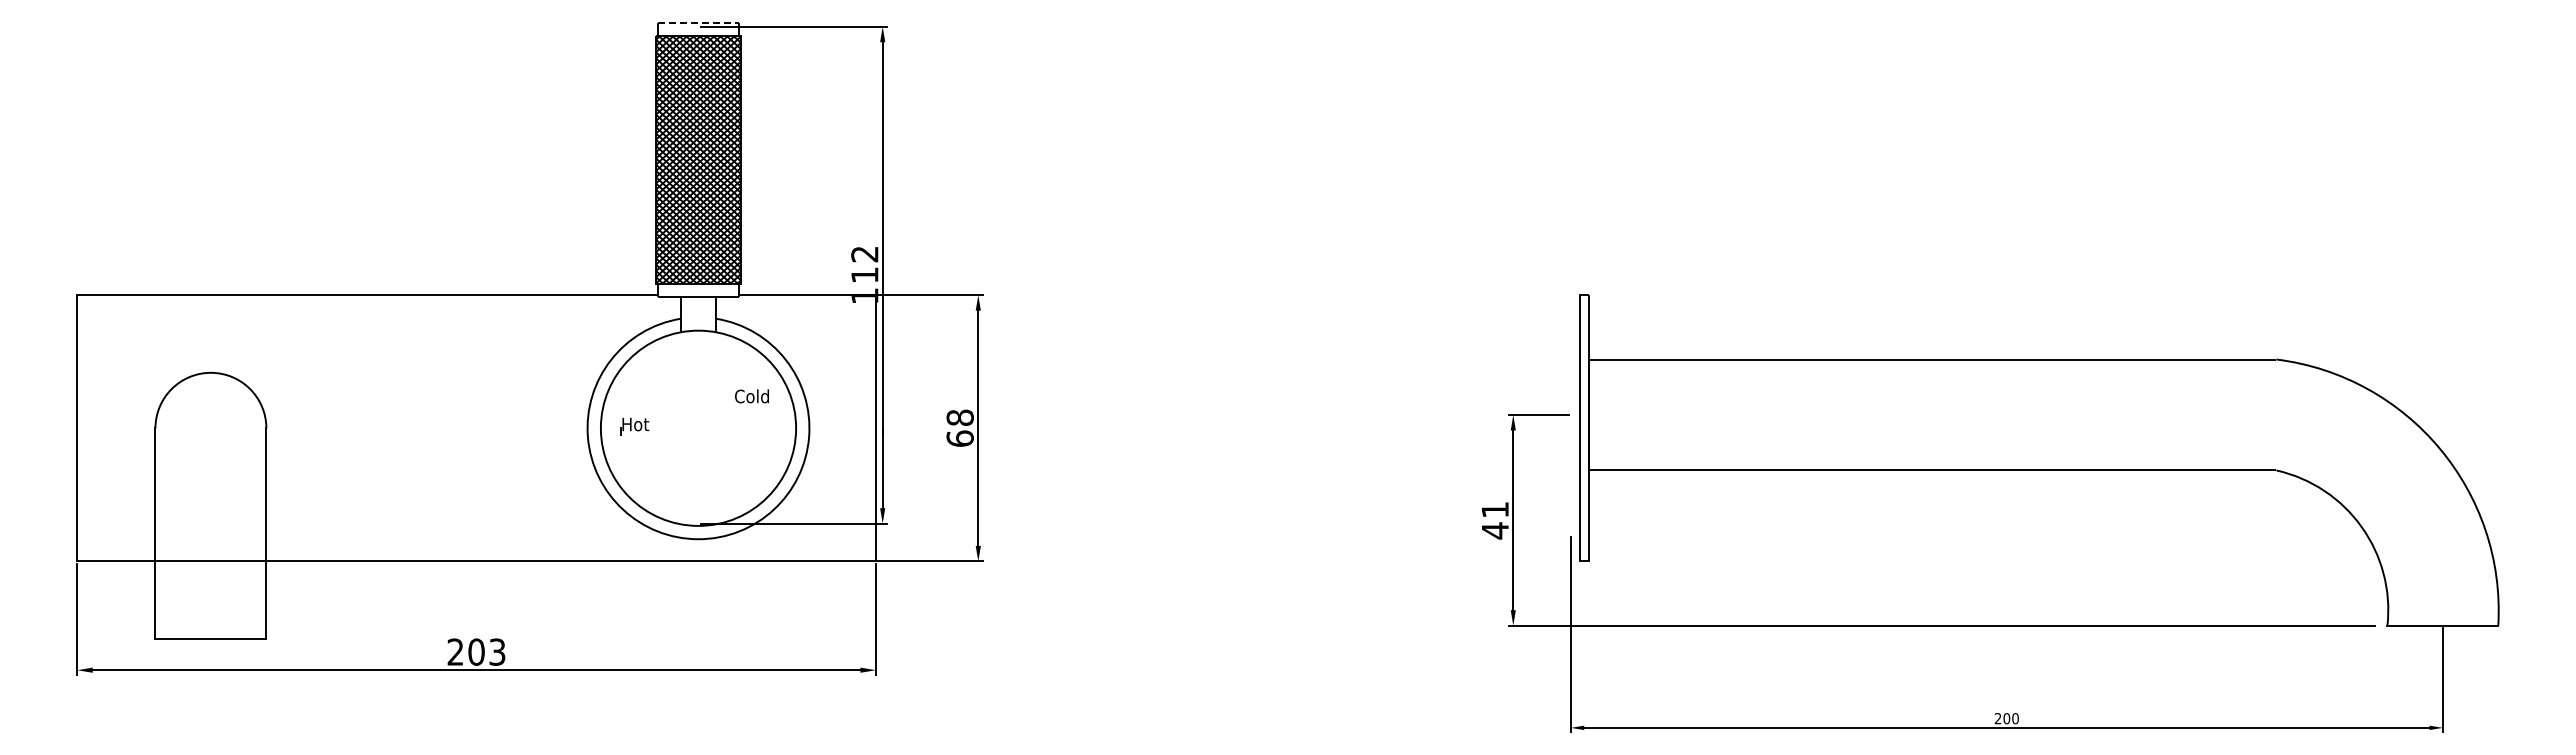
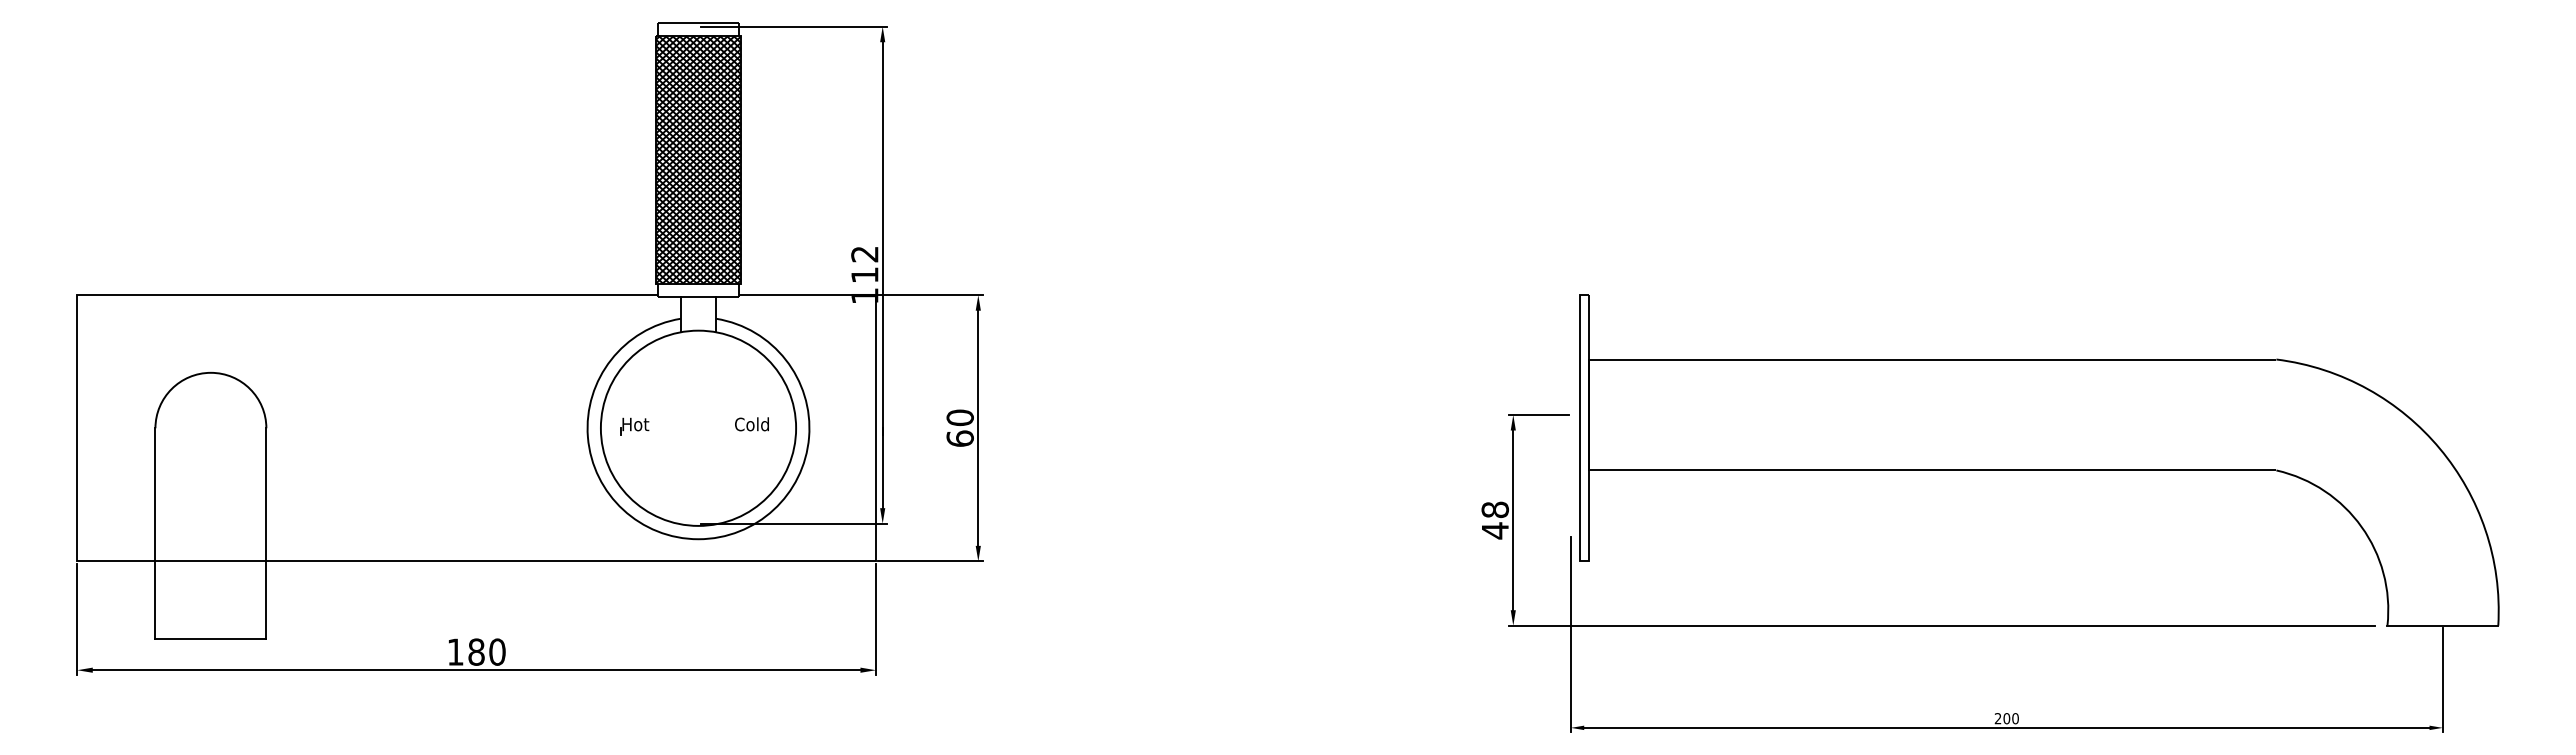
line at (698, 22): dashed -> solid
text at (751, 396) position: (751, 396) -> (751, 424)
text at (959, 417): 68 -> 60
text at (1494, 509): 41 -> 48
text at (476, 651): 203 -> 180
